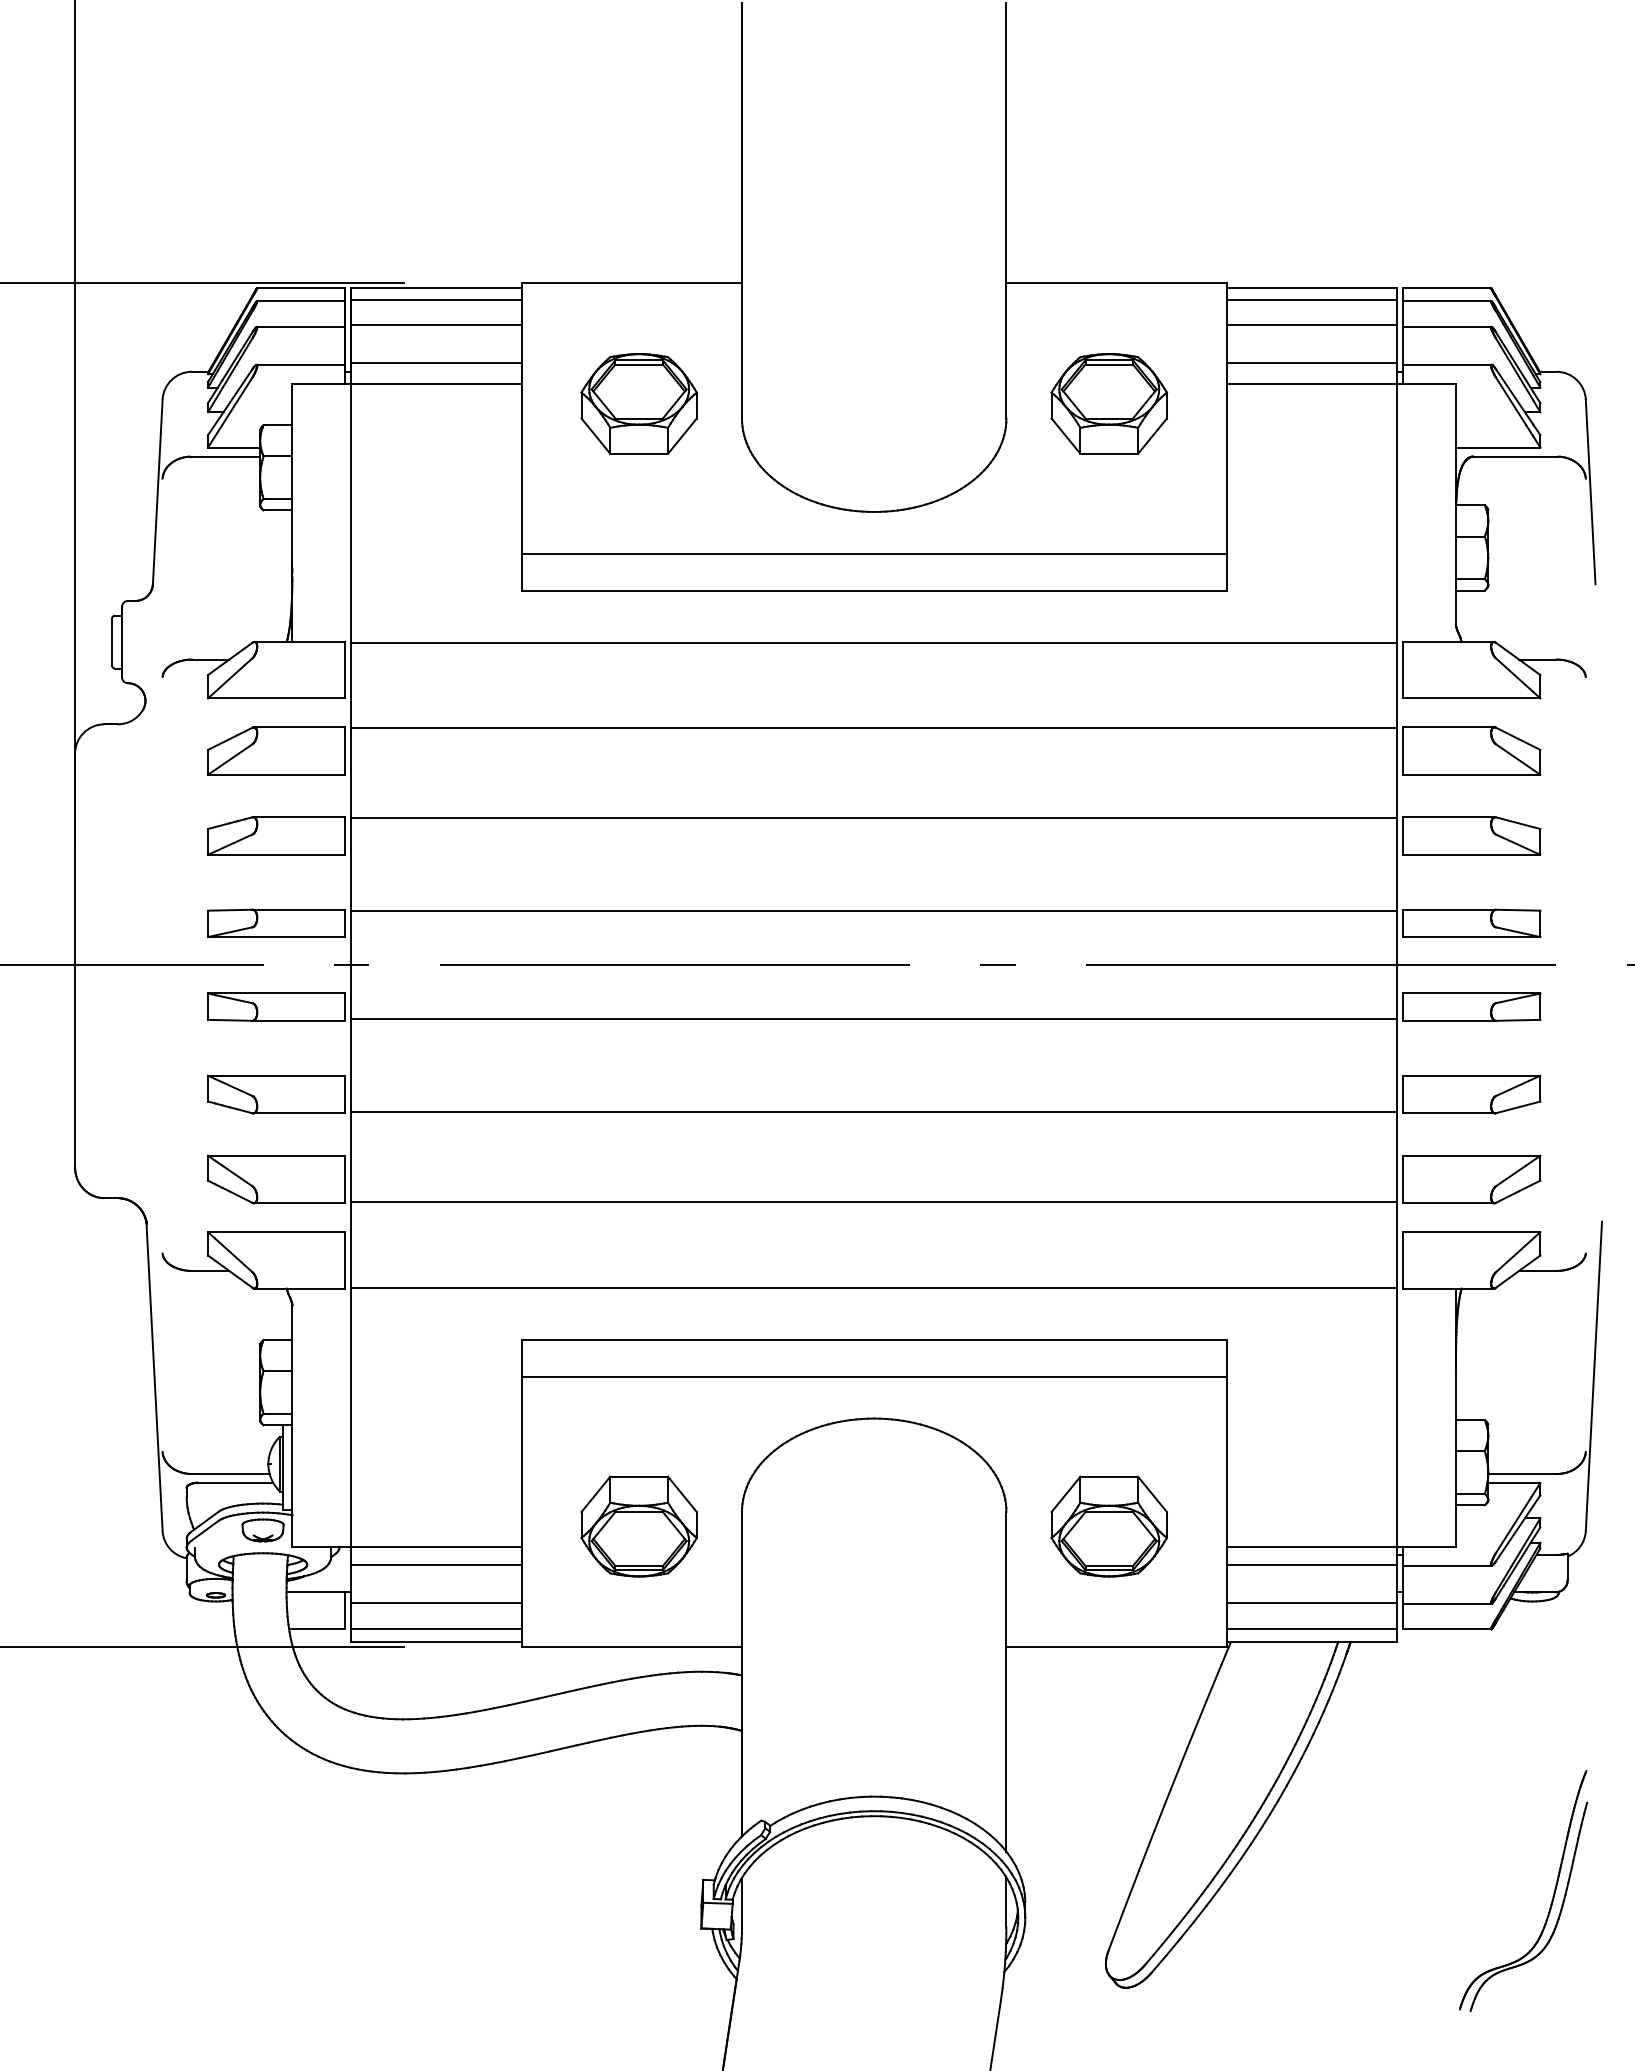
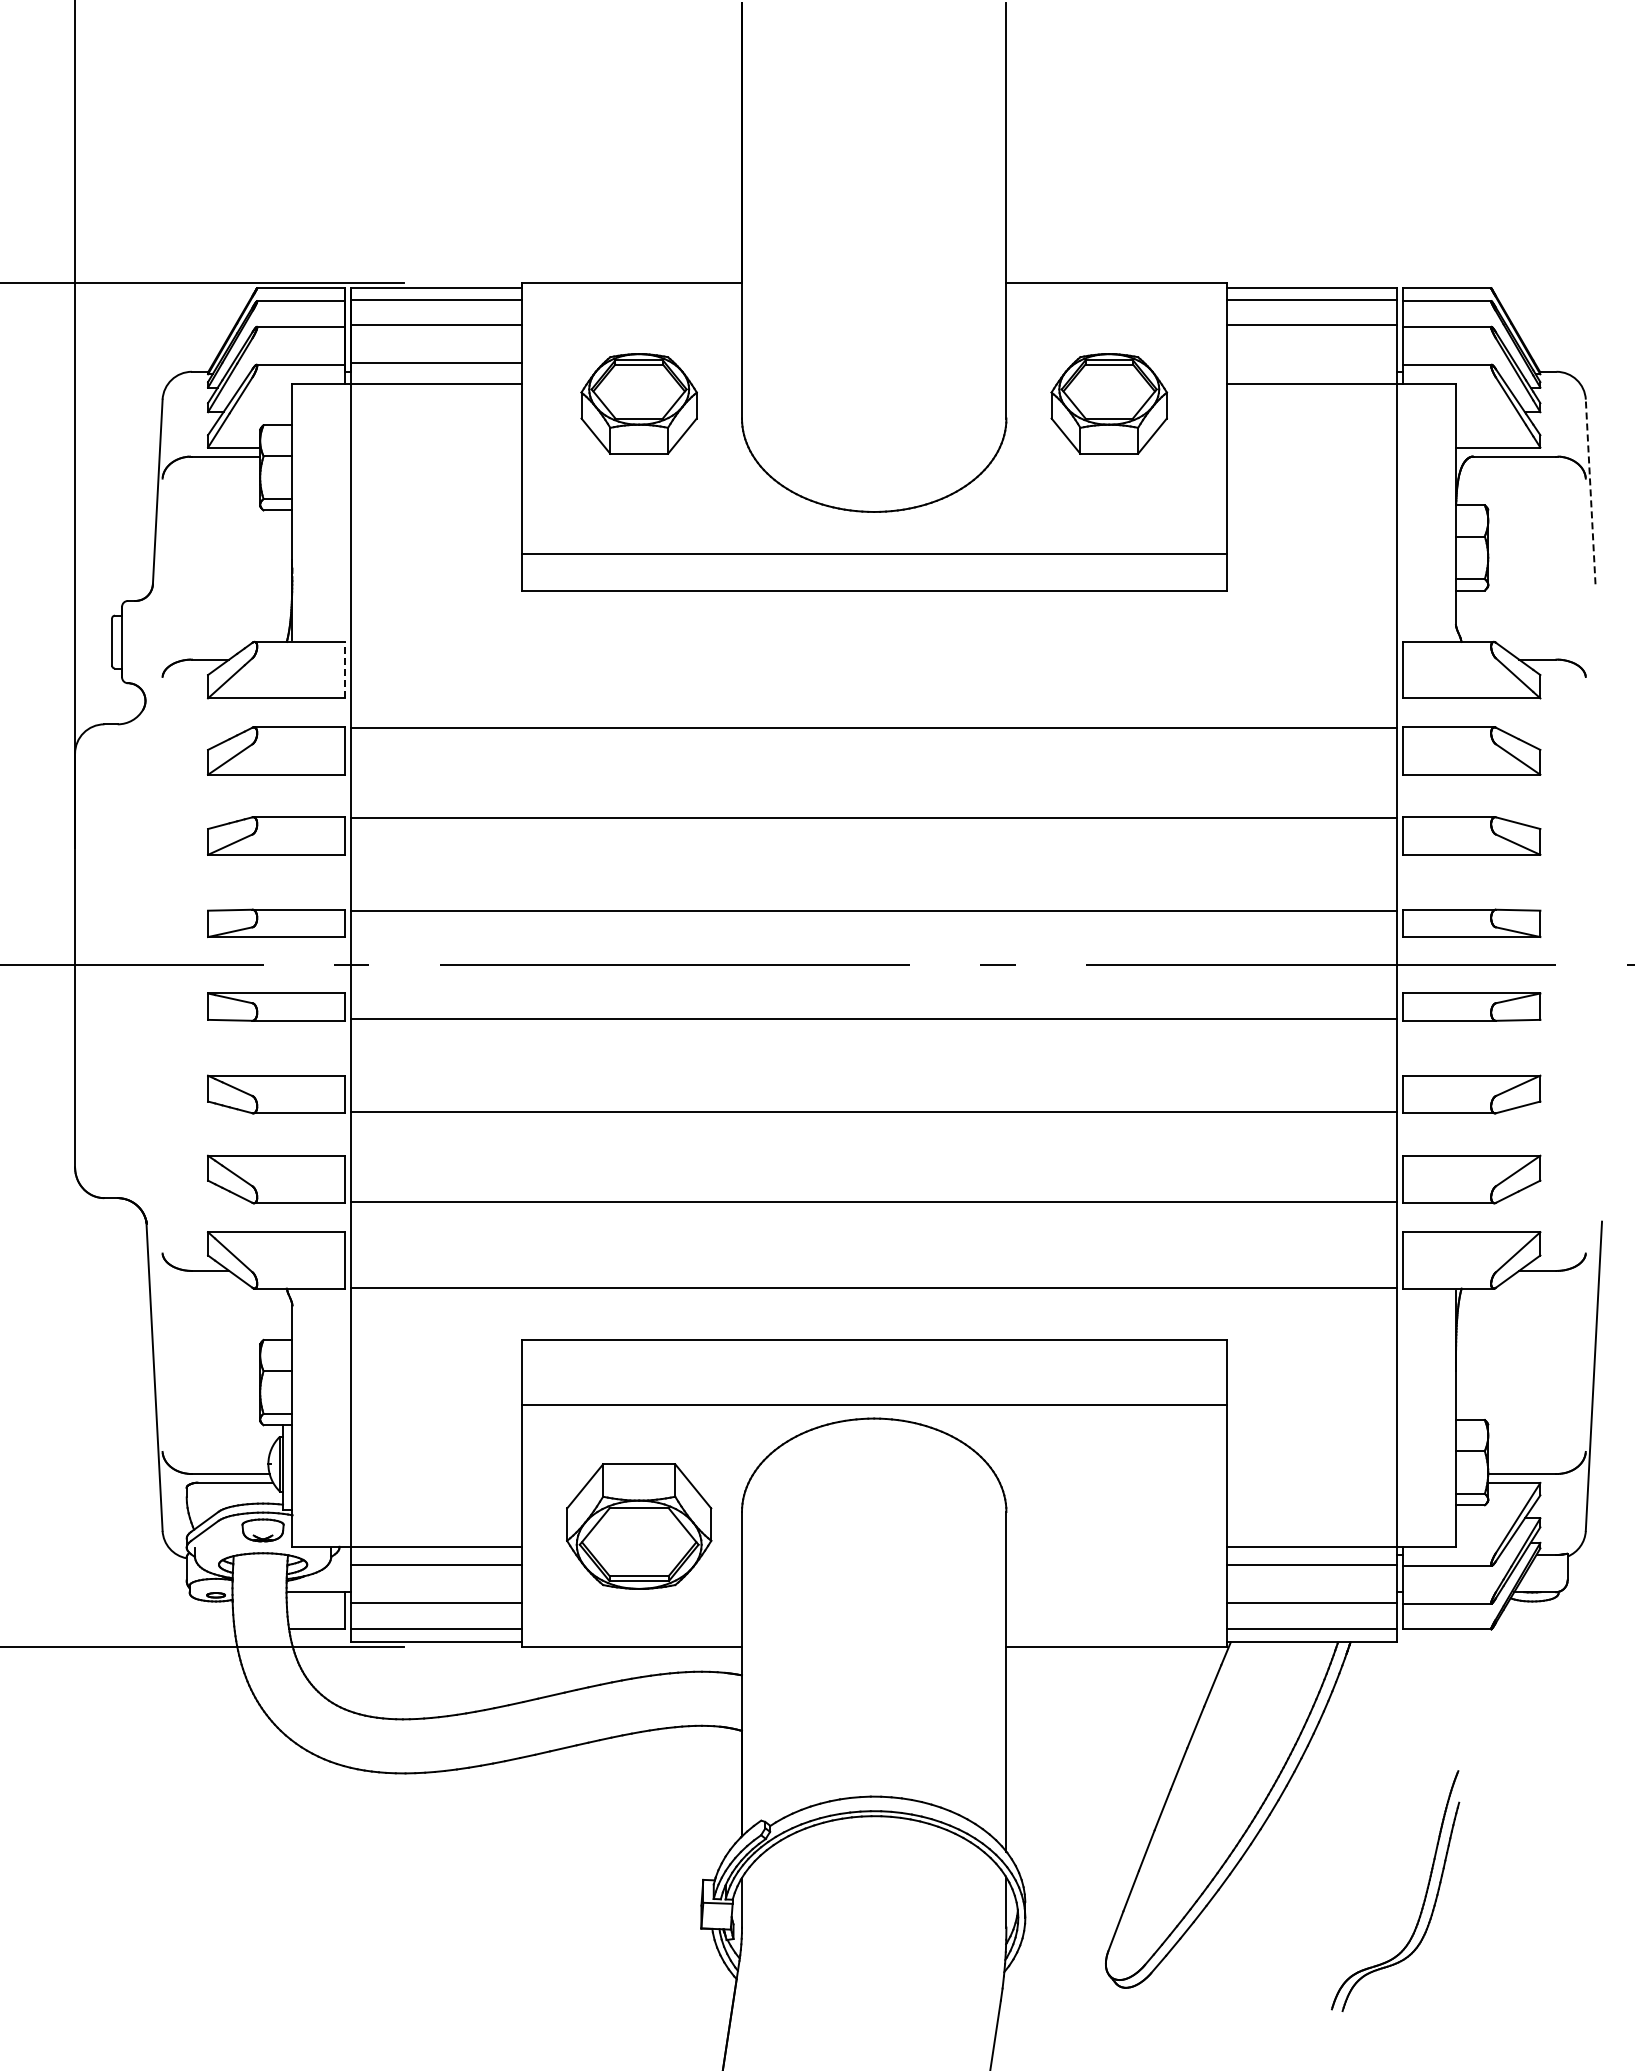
line at (1311, 362): present -> none
line at (1590, 491): solid -> dashed
line at (874, 642): present -> none
line at (345, 669): solid -> dashed
line at (873, 1377) position: (873, 1377) -> (873, 1405)
part at (638, 1526) size: 118x103 px -> 147x127 px
part at (1108, 1526): present -> none
part at (1552, 1896) position: (1552, 1896) -> (1424, 1896)
